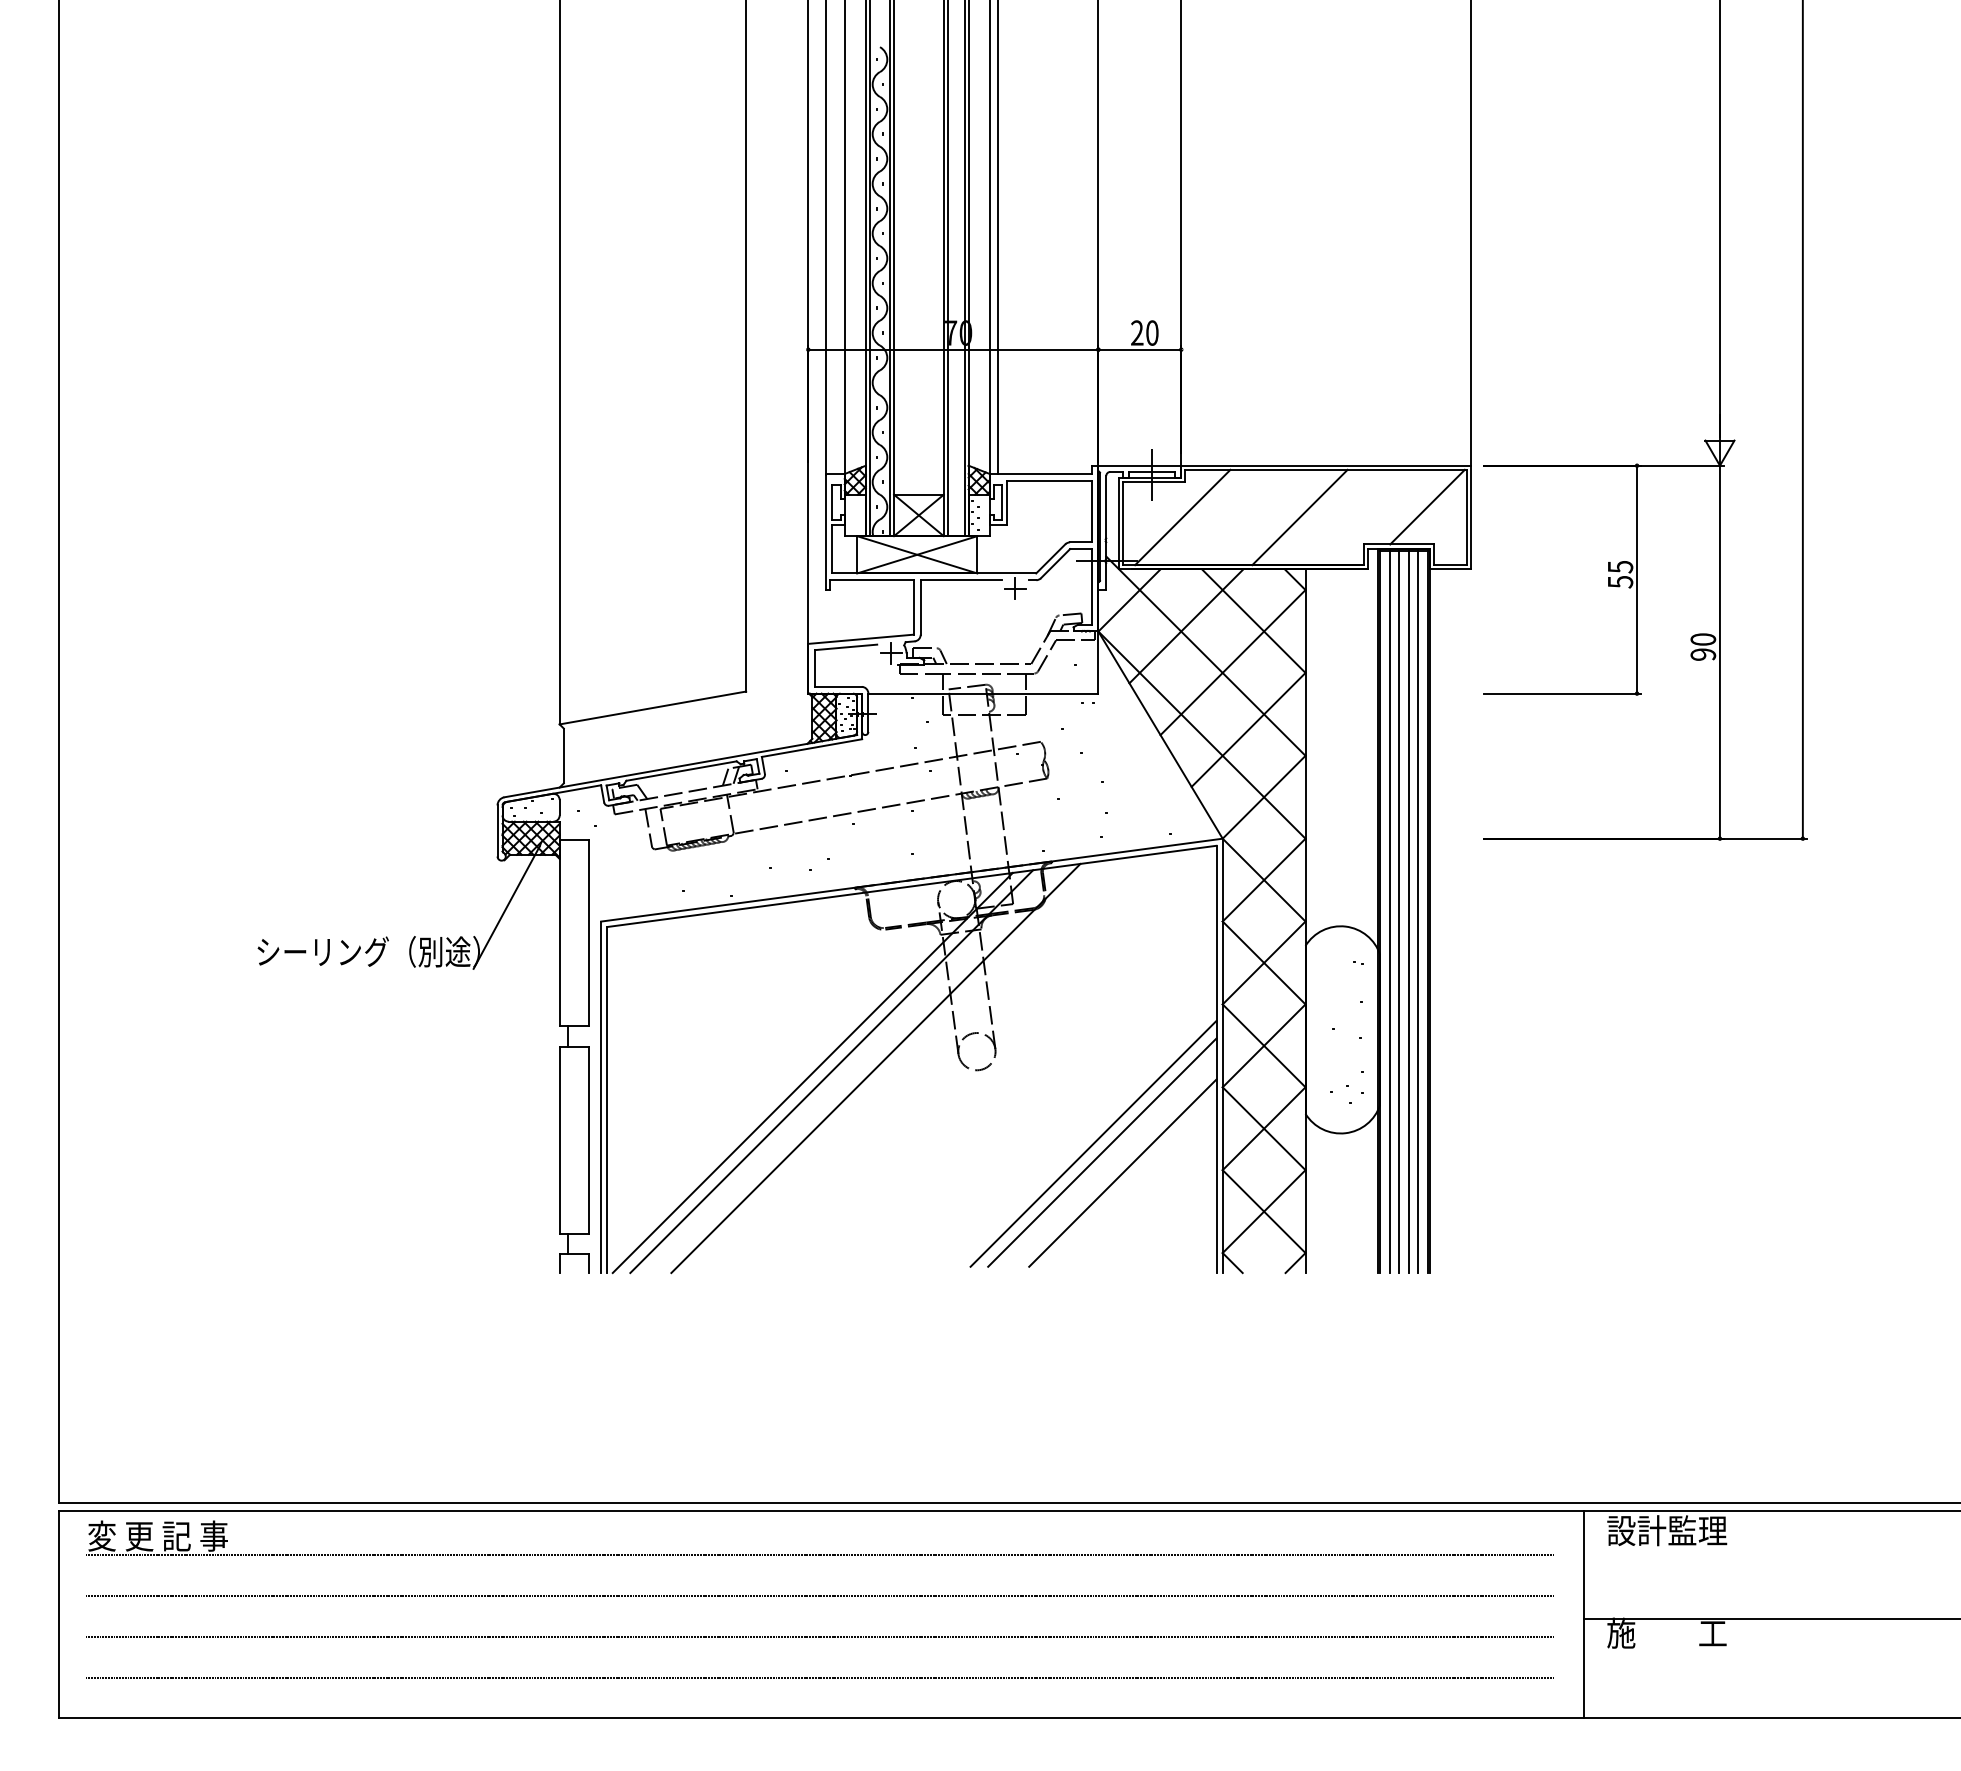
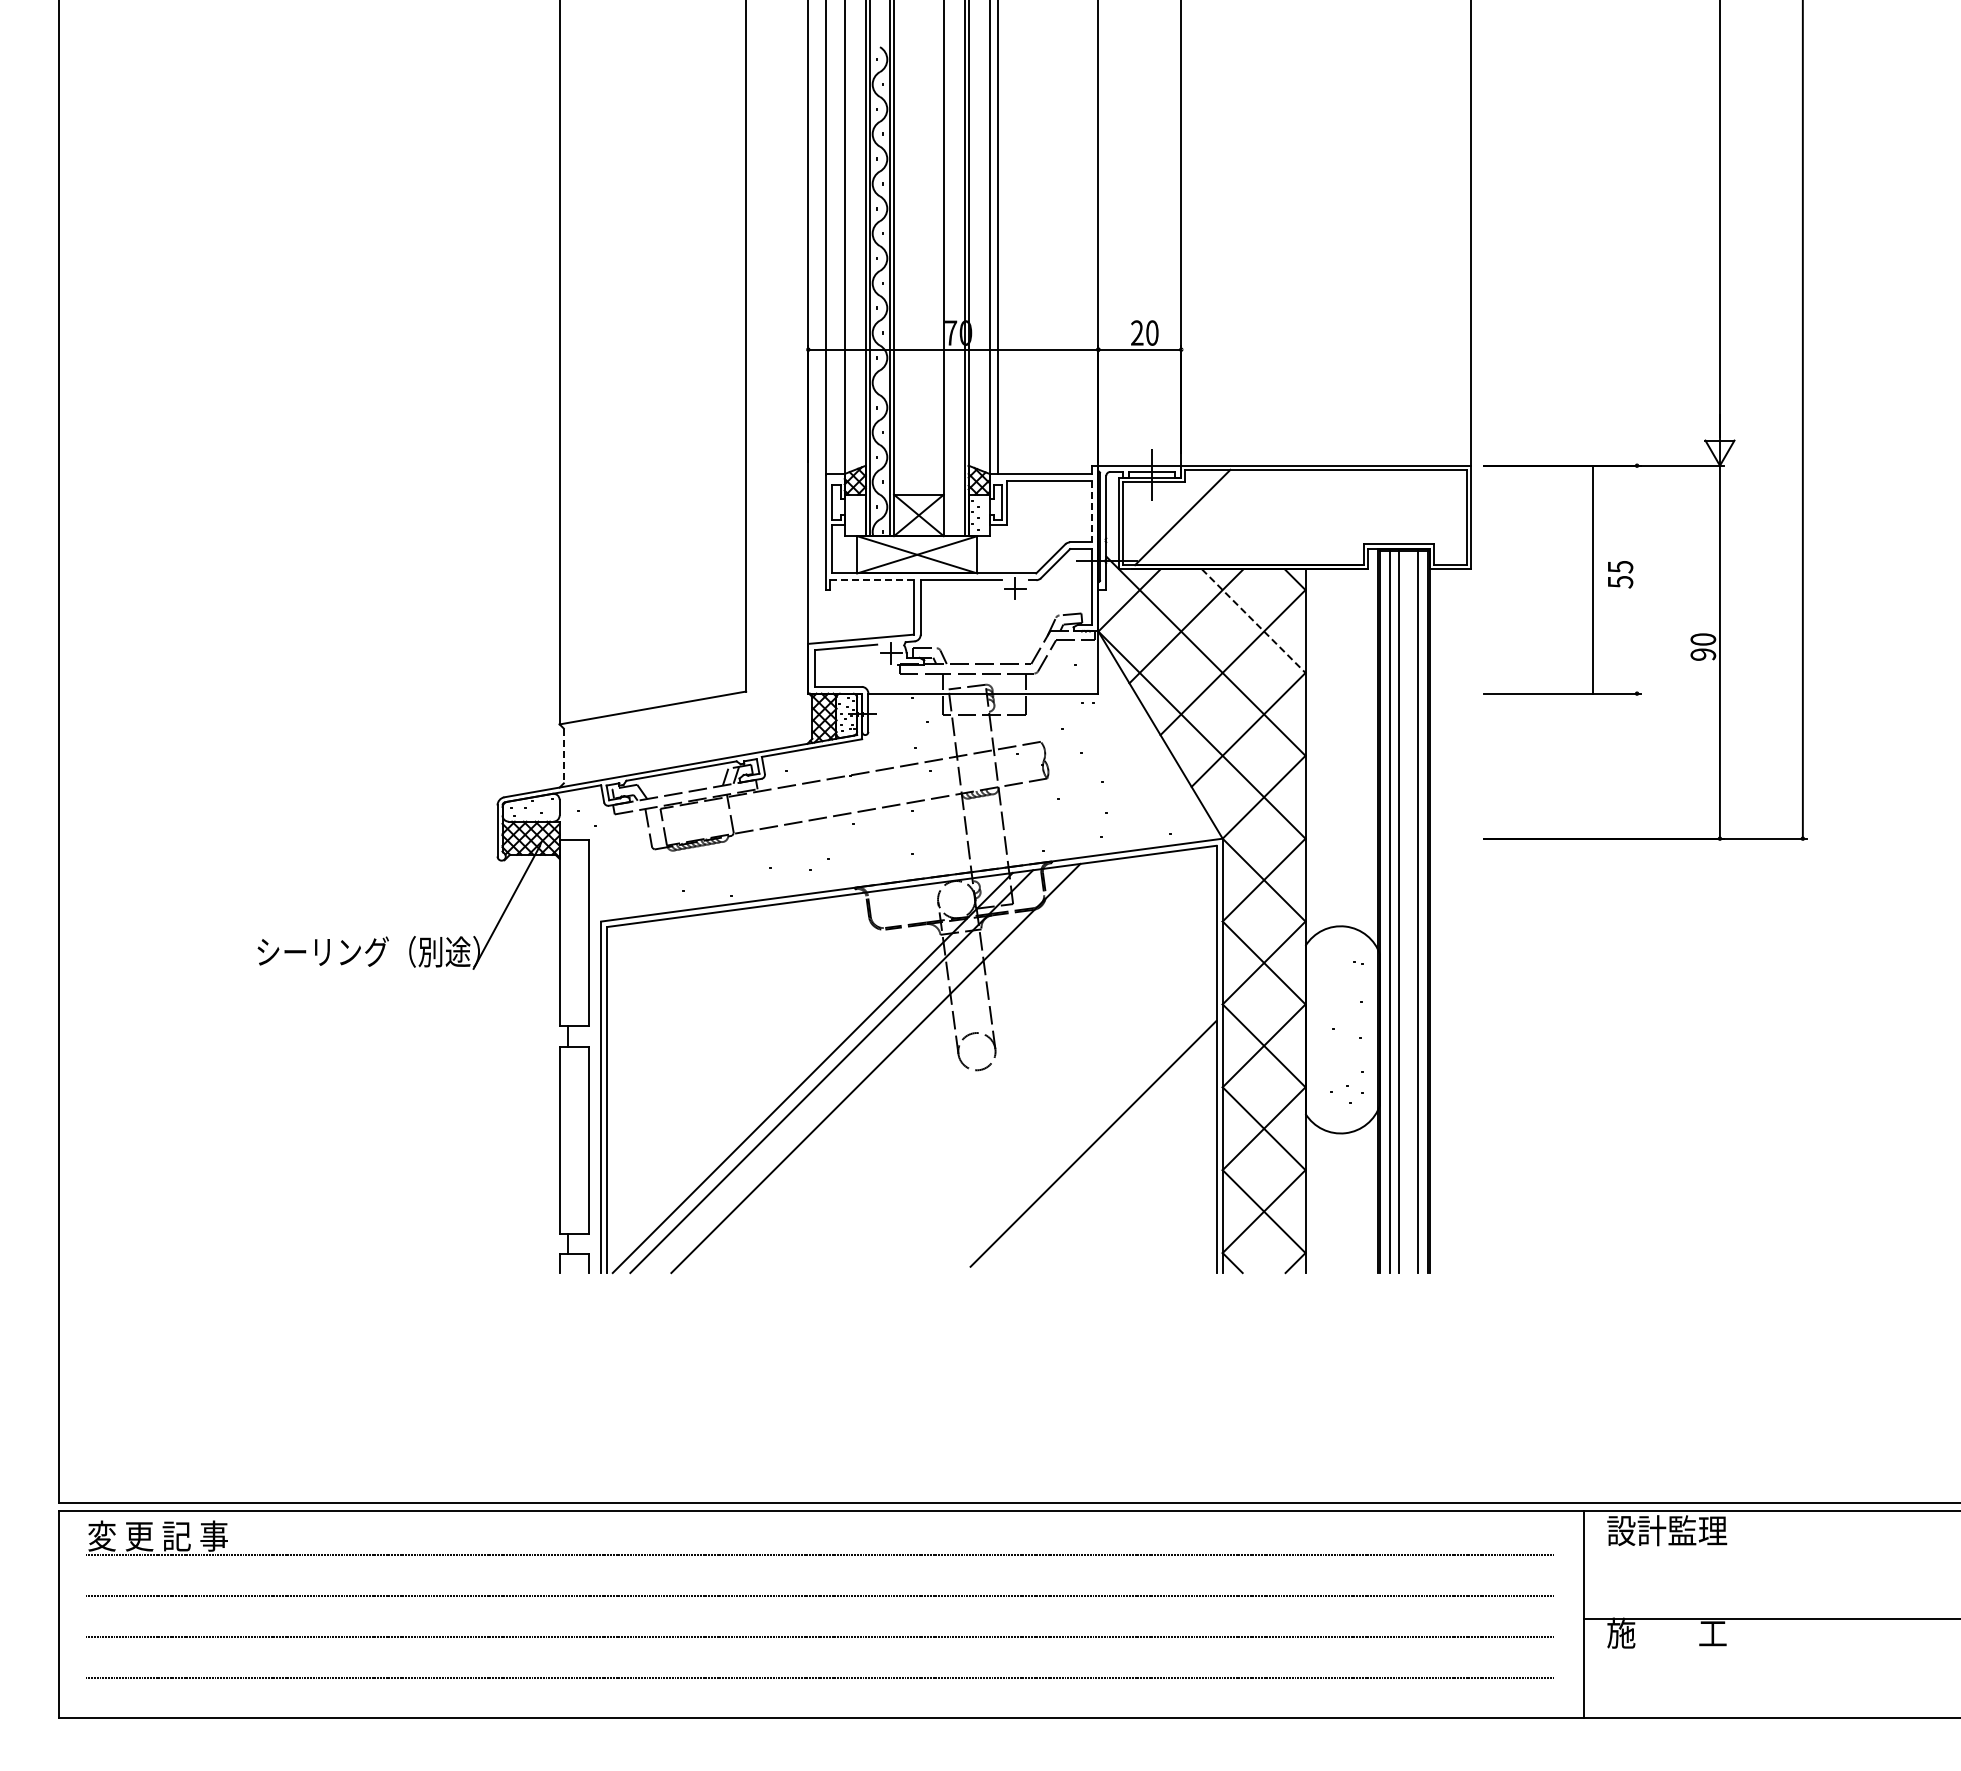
line at (947, 269): present -> none
line at (1427, 506): present -> none
line at (1091, 511): solid -> dashed
line at (1299, 517): present -> none
line at (1637, 579) position: (1637, 579) -> (1593, 579)
line at (872, 580): solid -> dashed
line at (1254, 621): solid -> dashed
line at (563, 756): solid -> dashed
line at (1408, 911): present -> none
line at (1102, 1152): present -> none
line at (1122, 1172): present -> none
